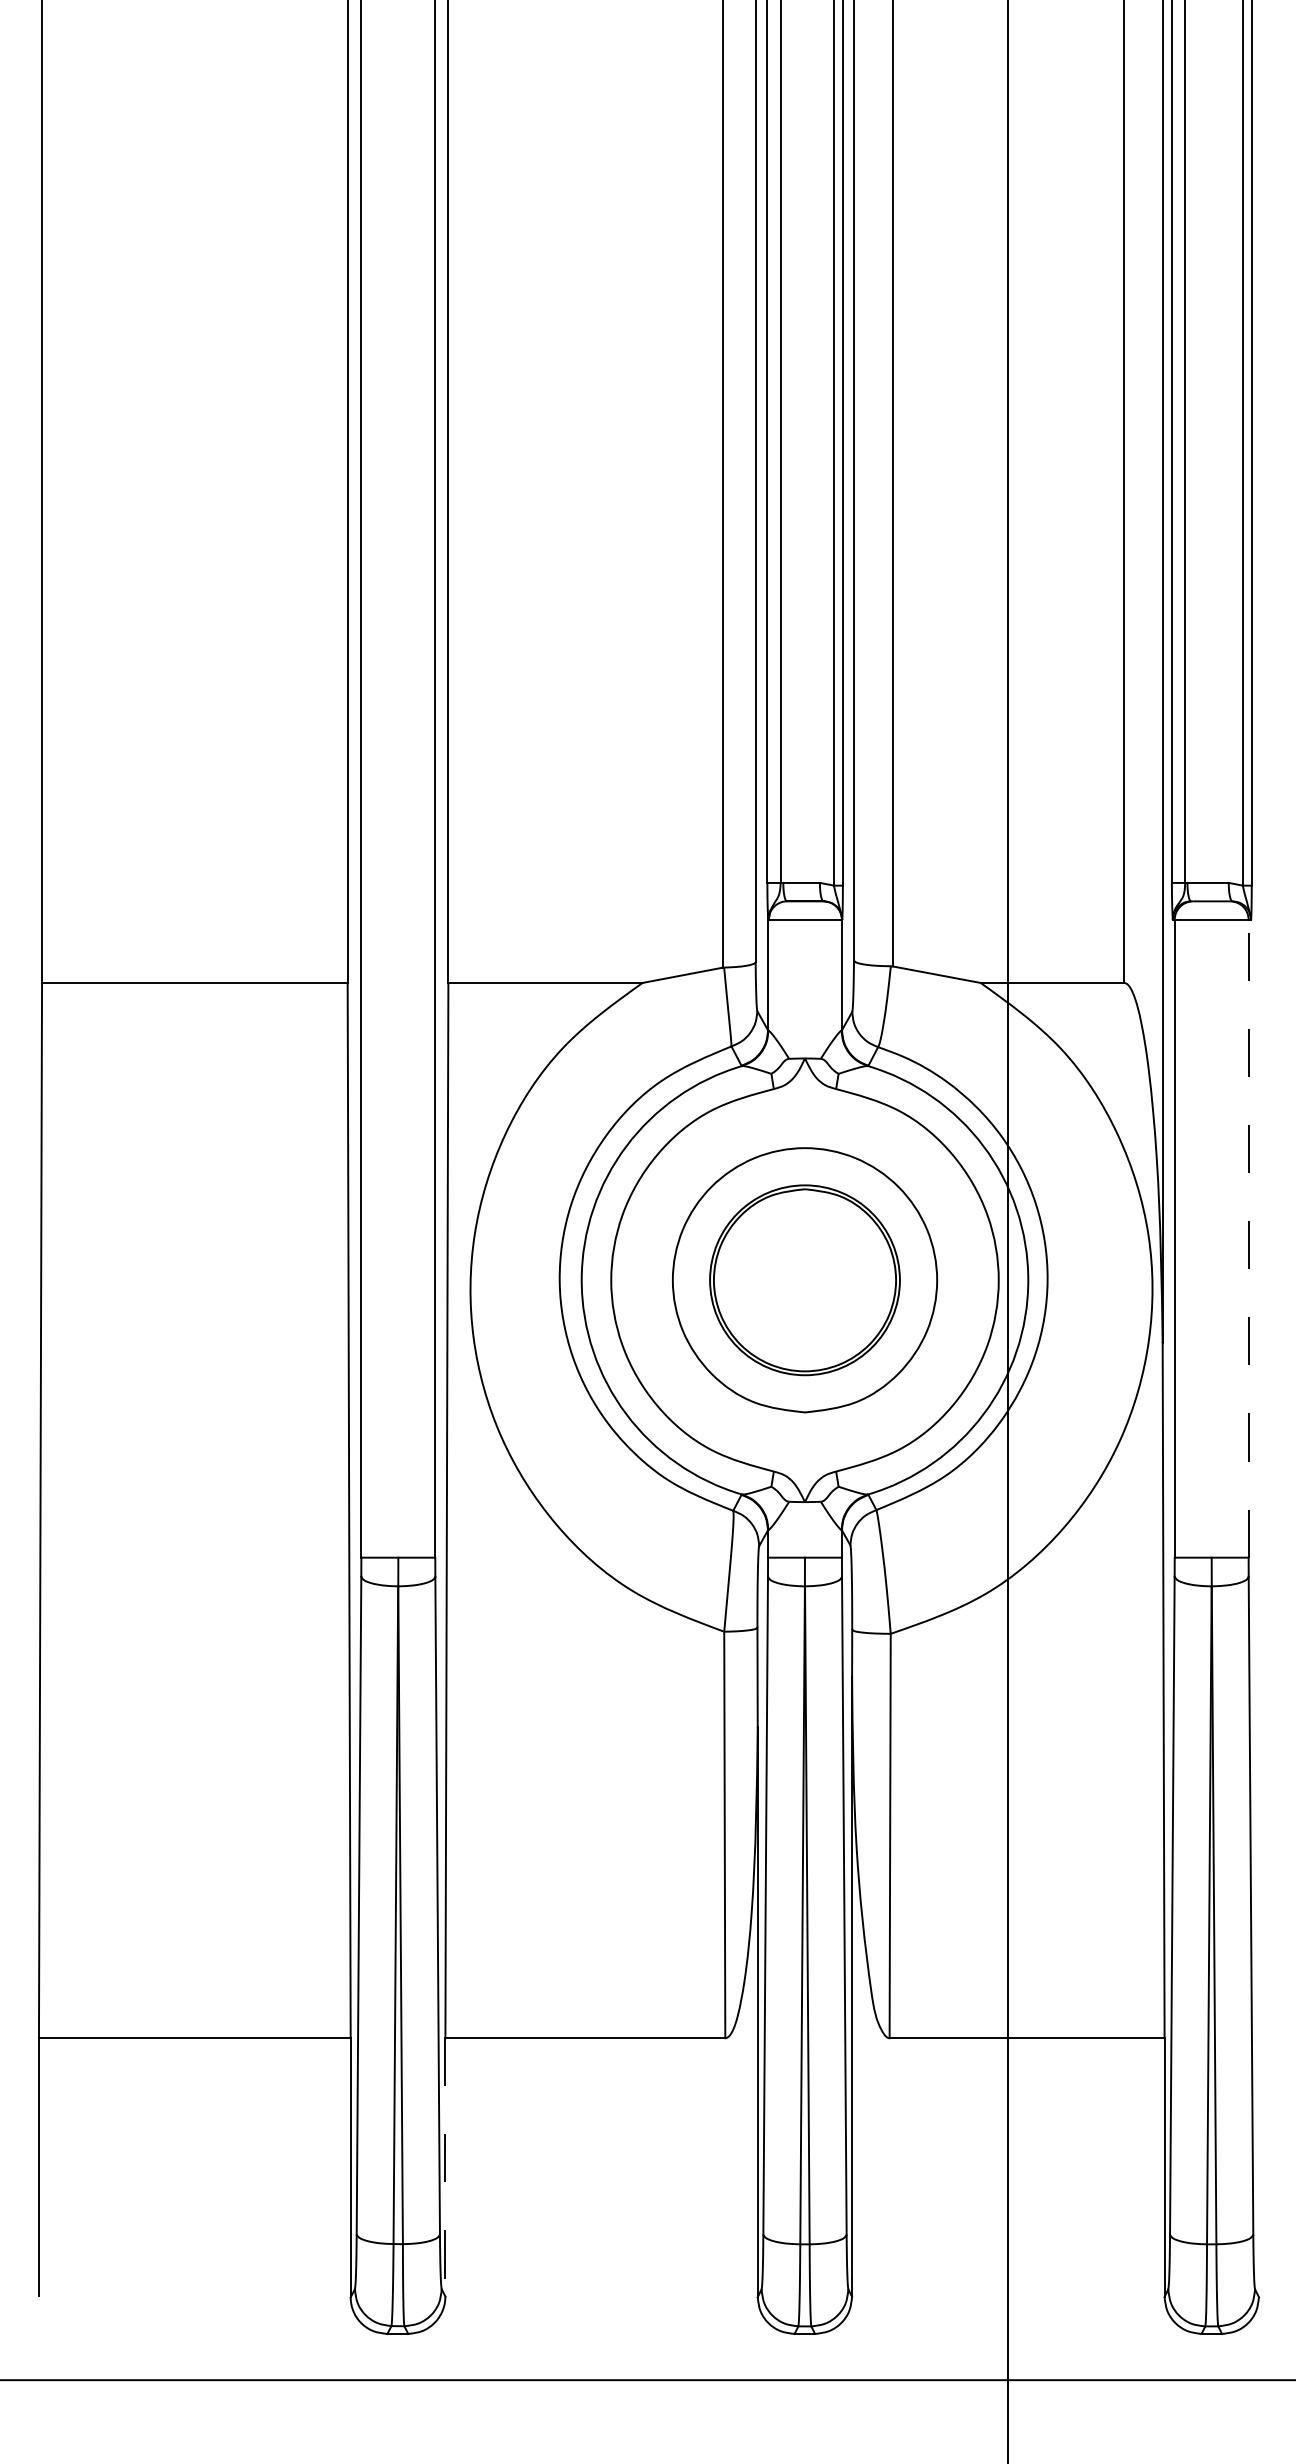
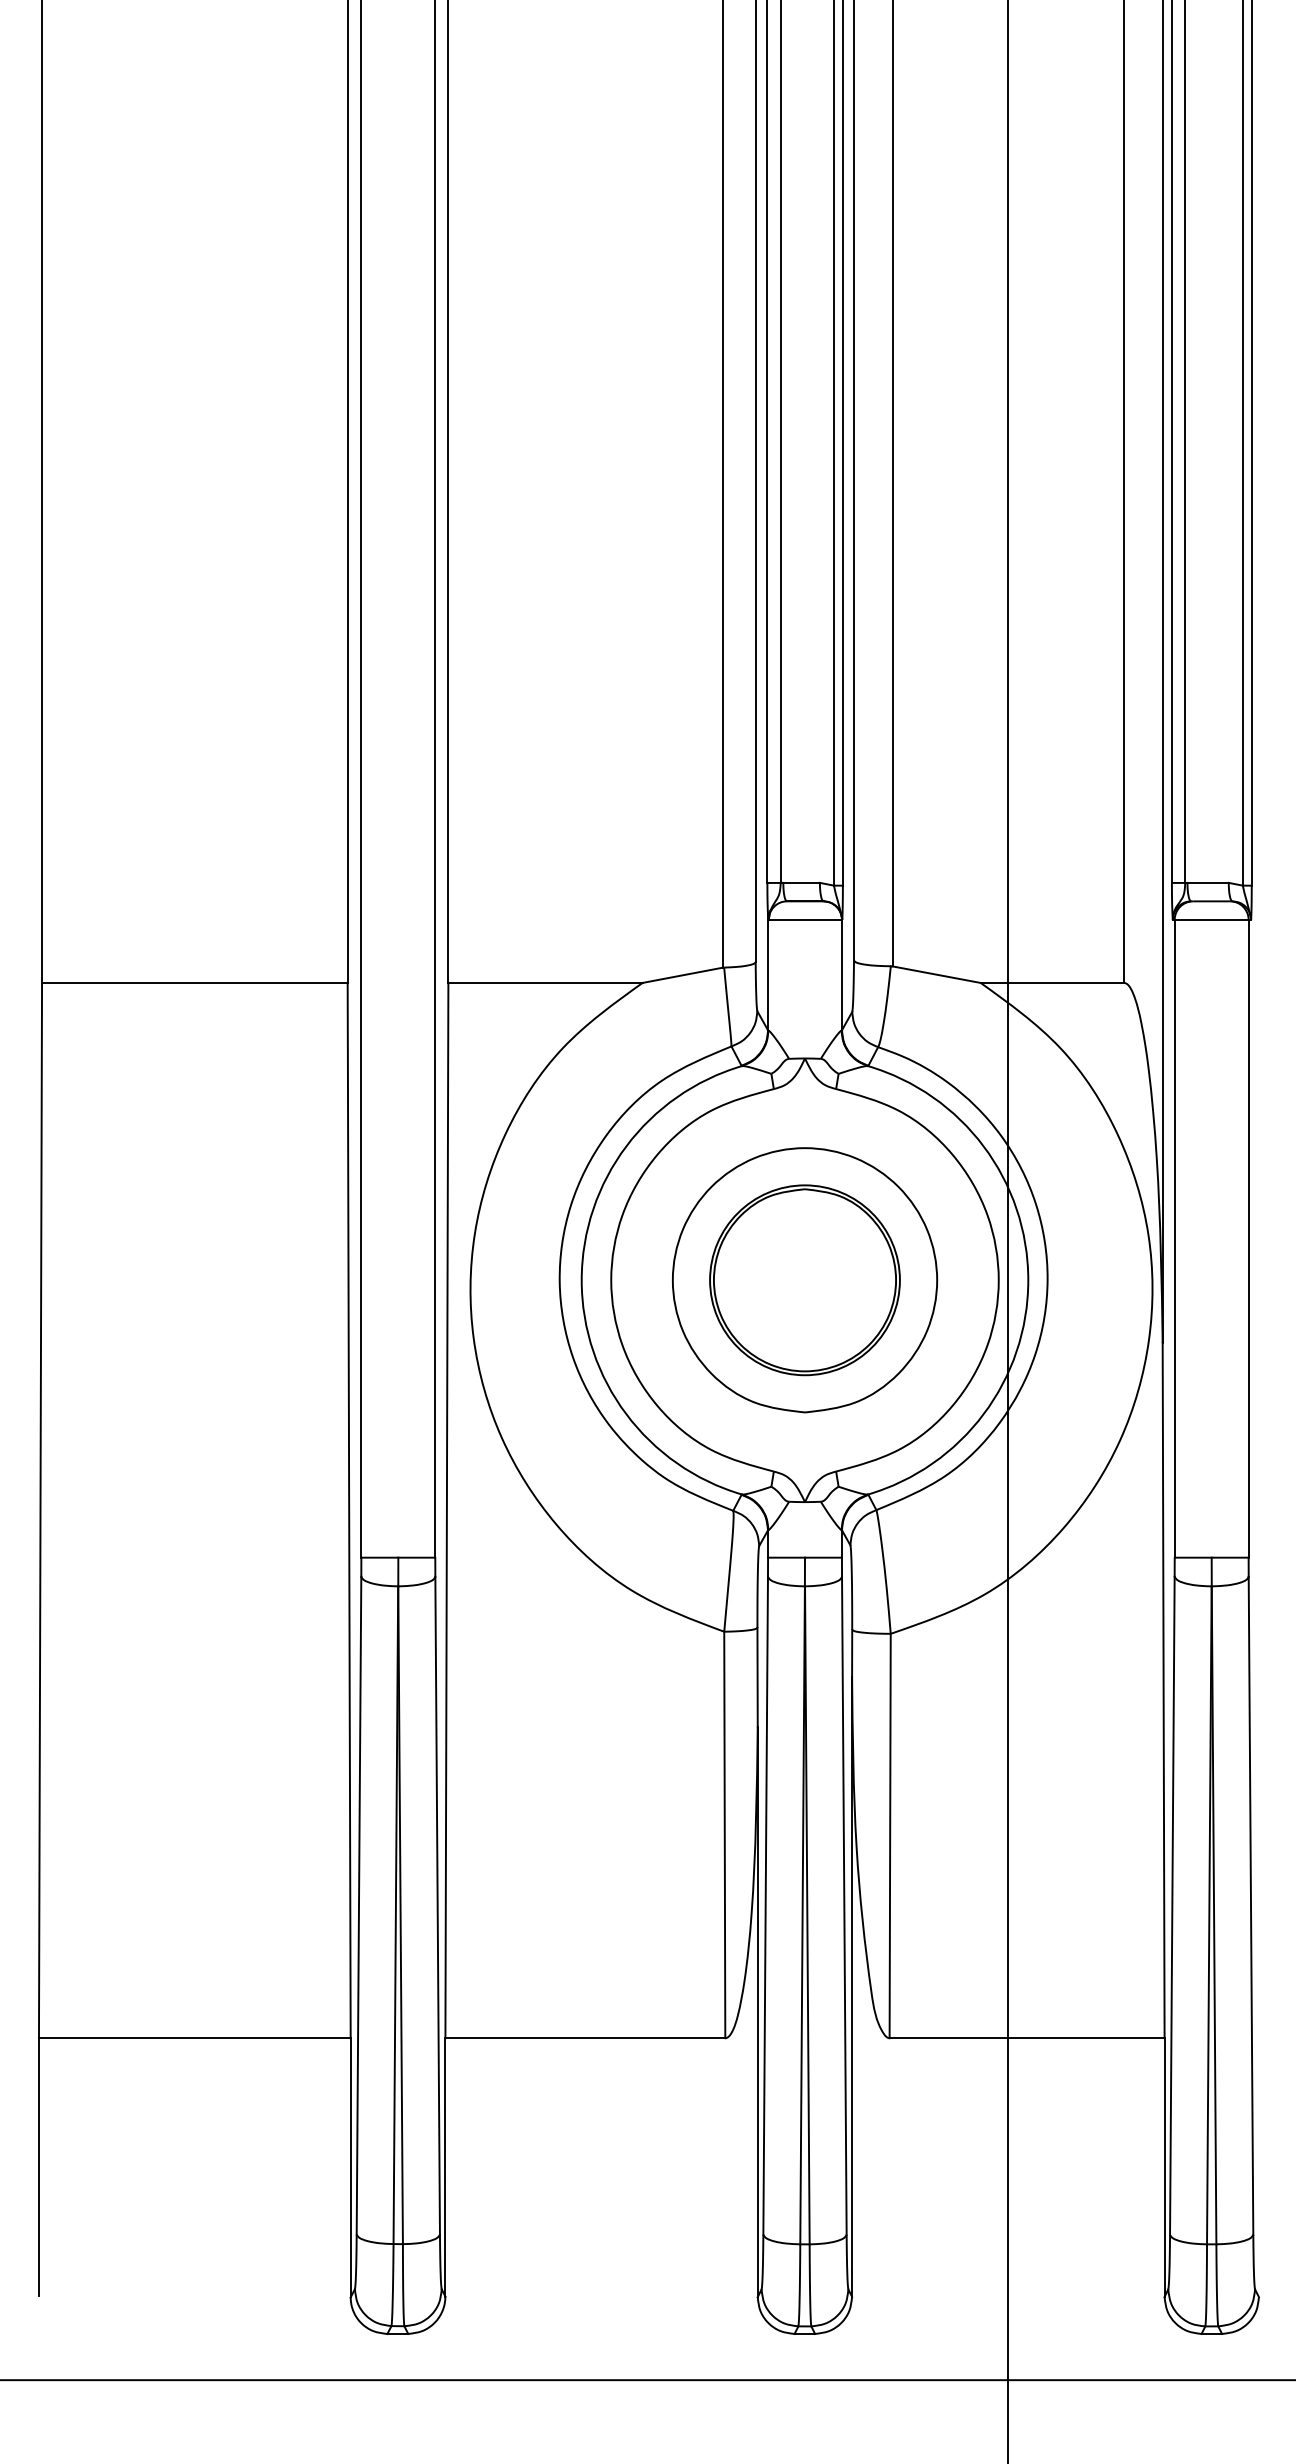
line at (1248, 1238): dashed -> solid
line at (445, 2167): dashed -> solid
